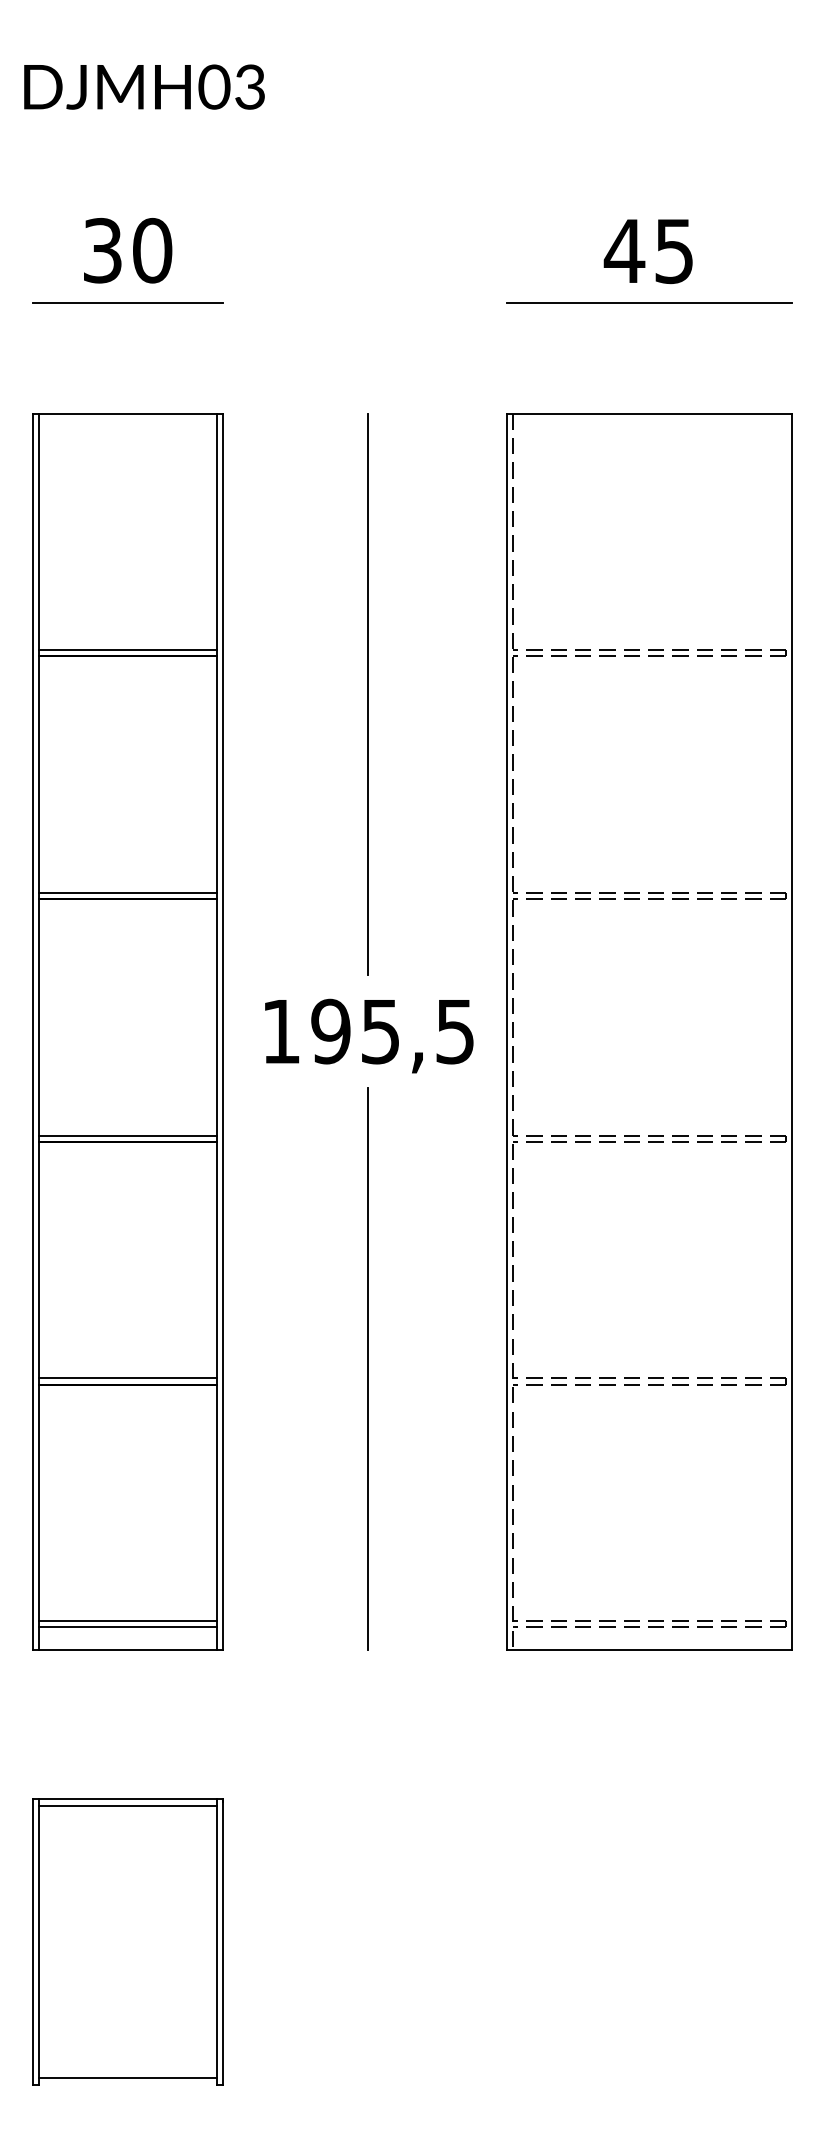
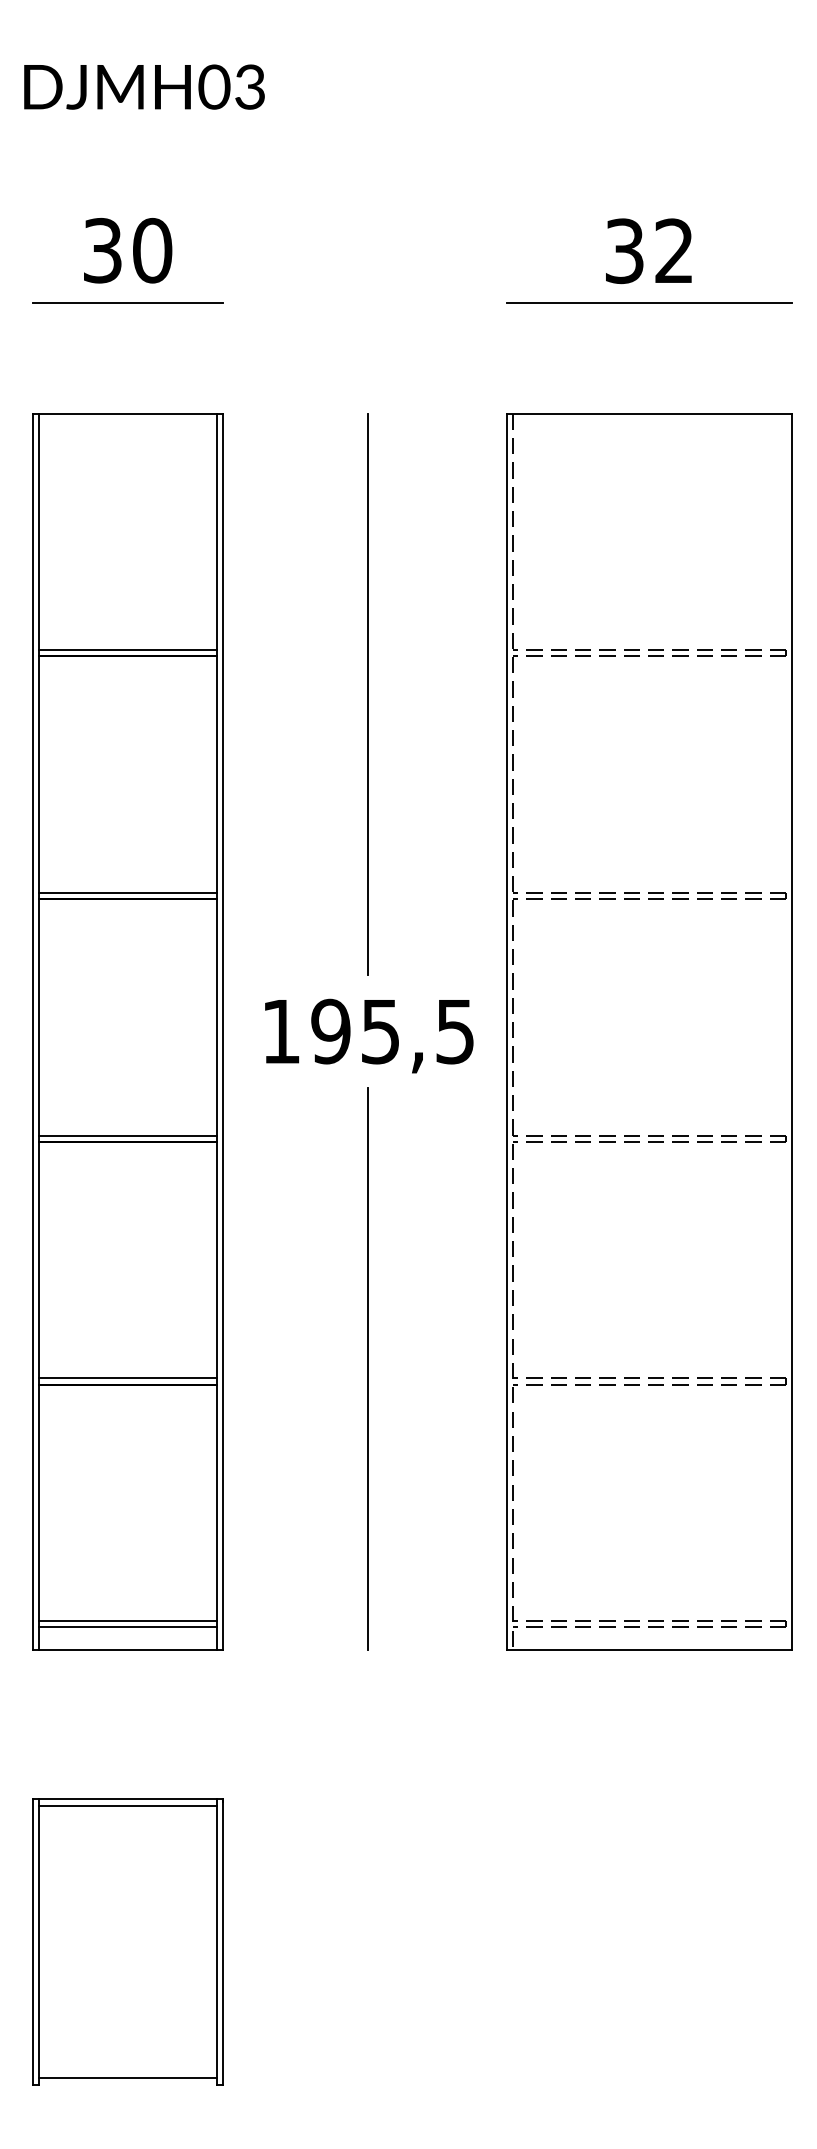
text at (647, 251): 45 -> 32
